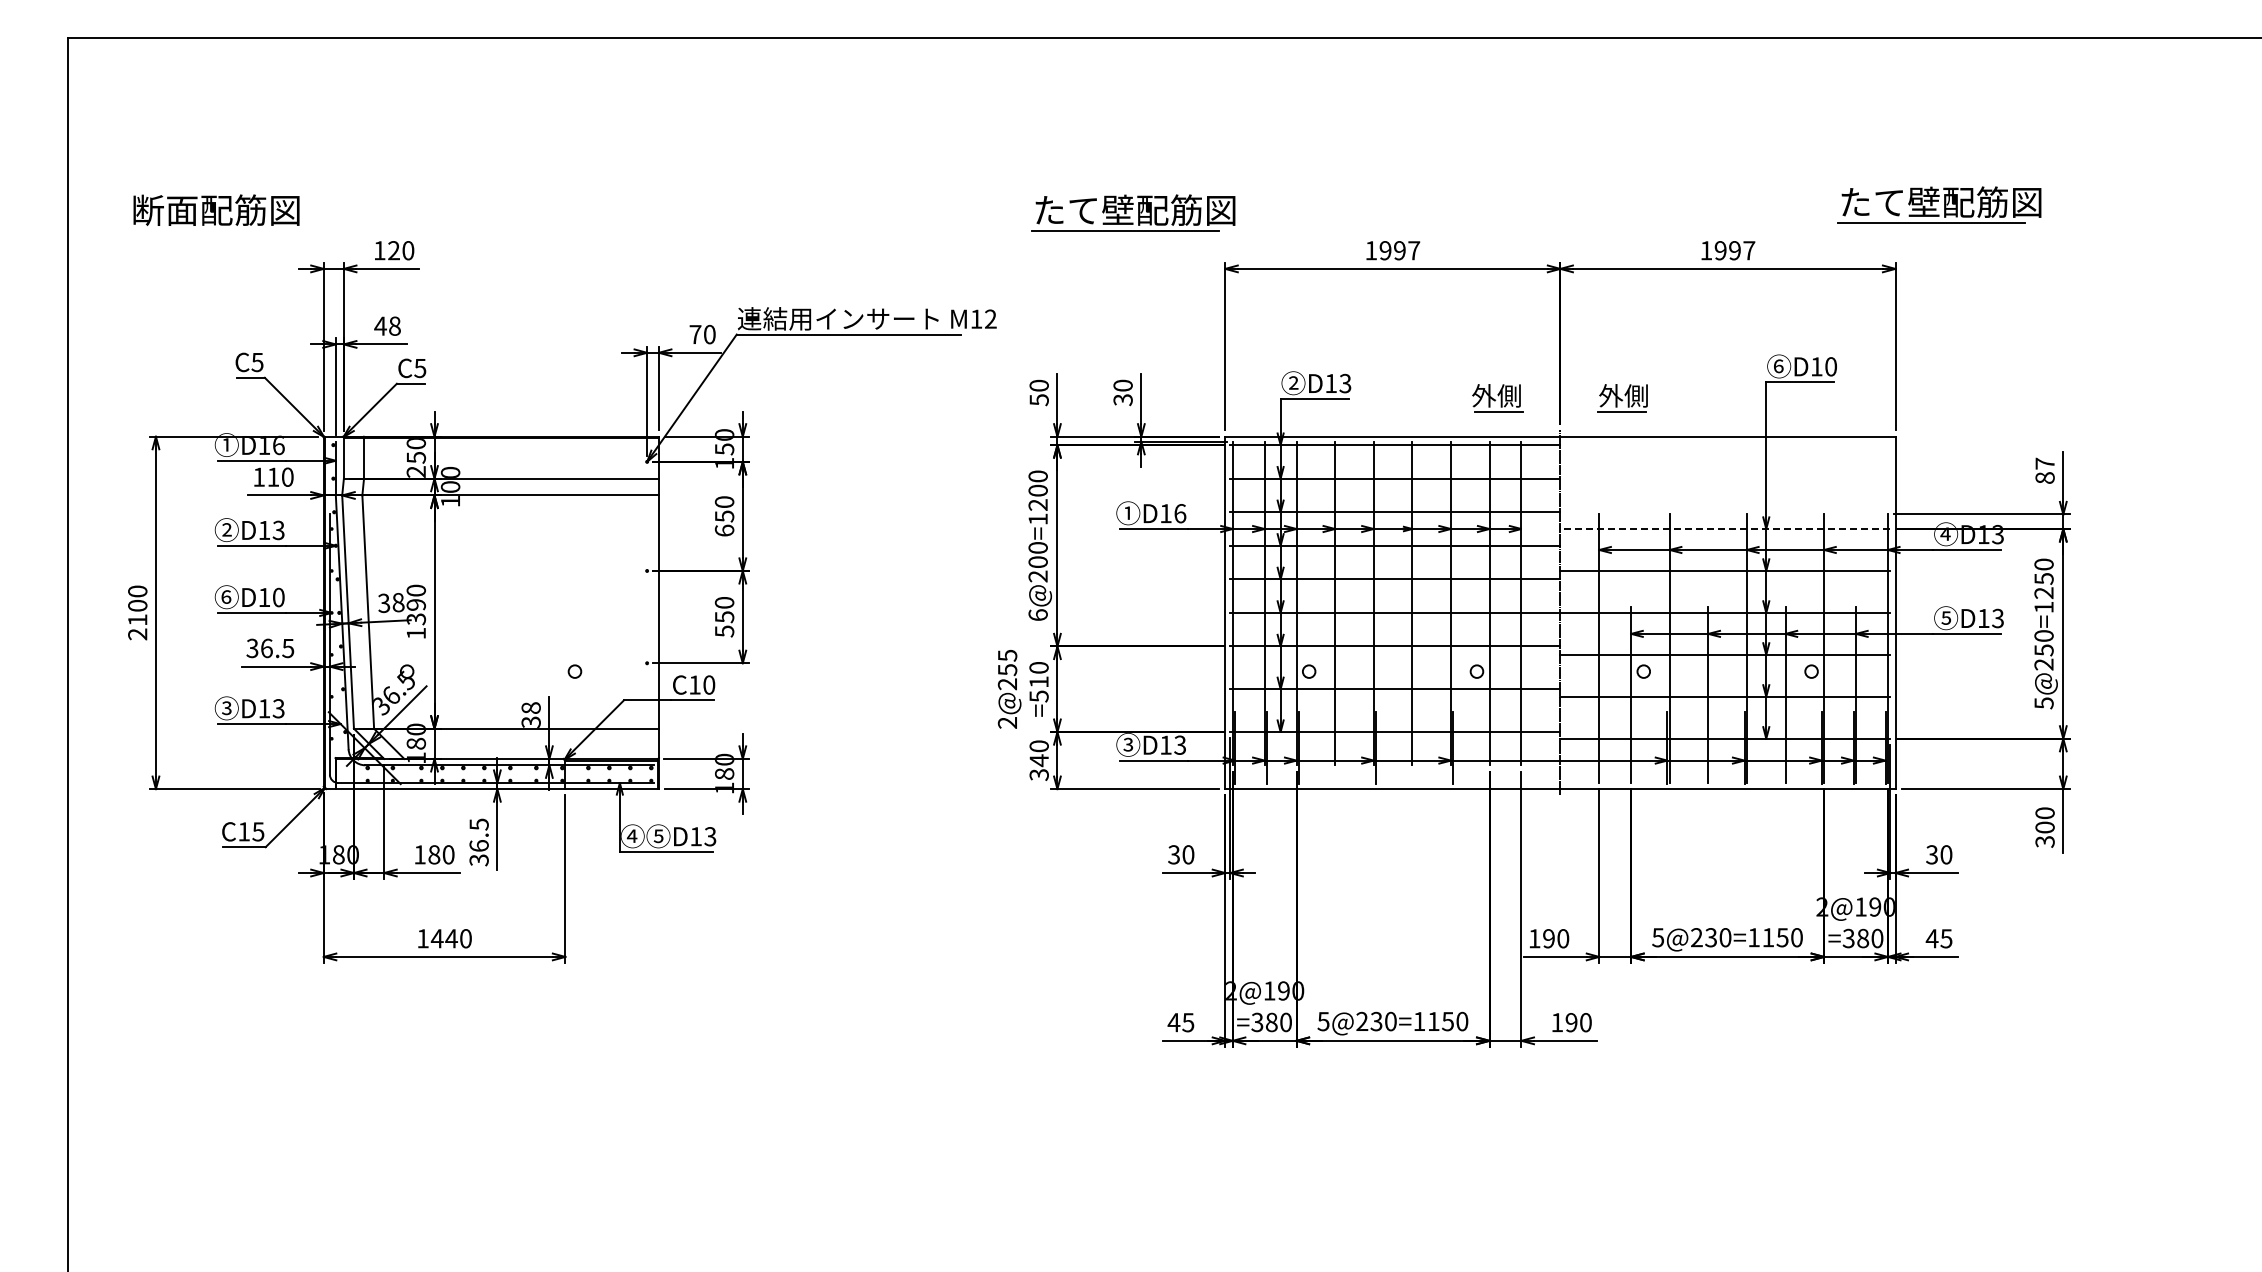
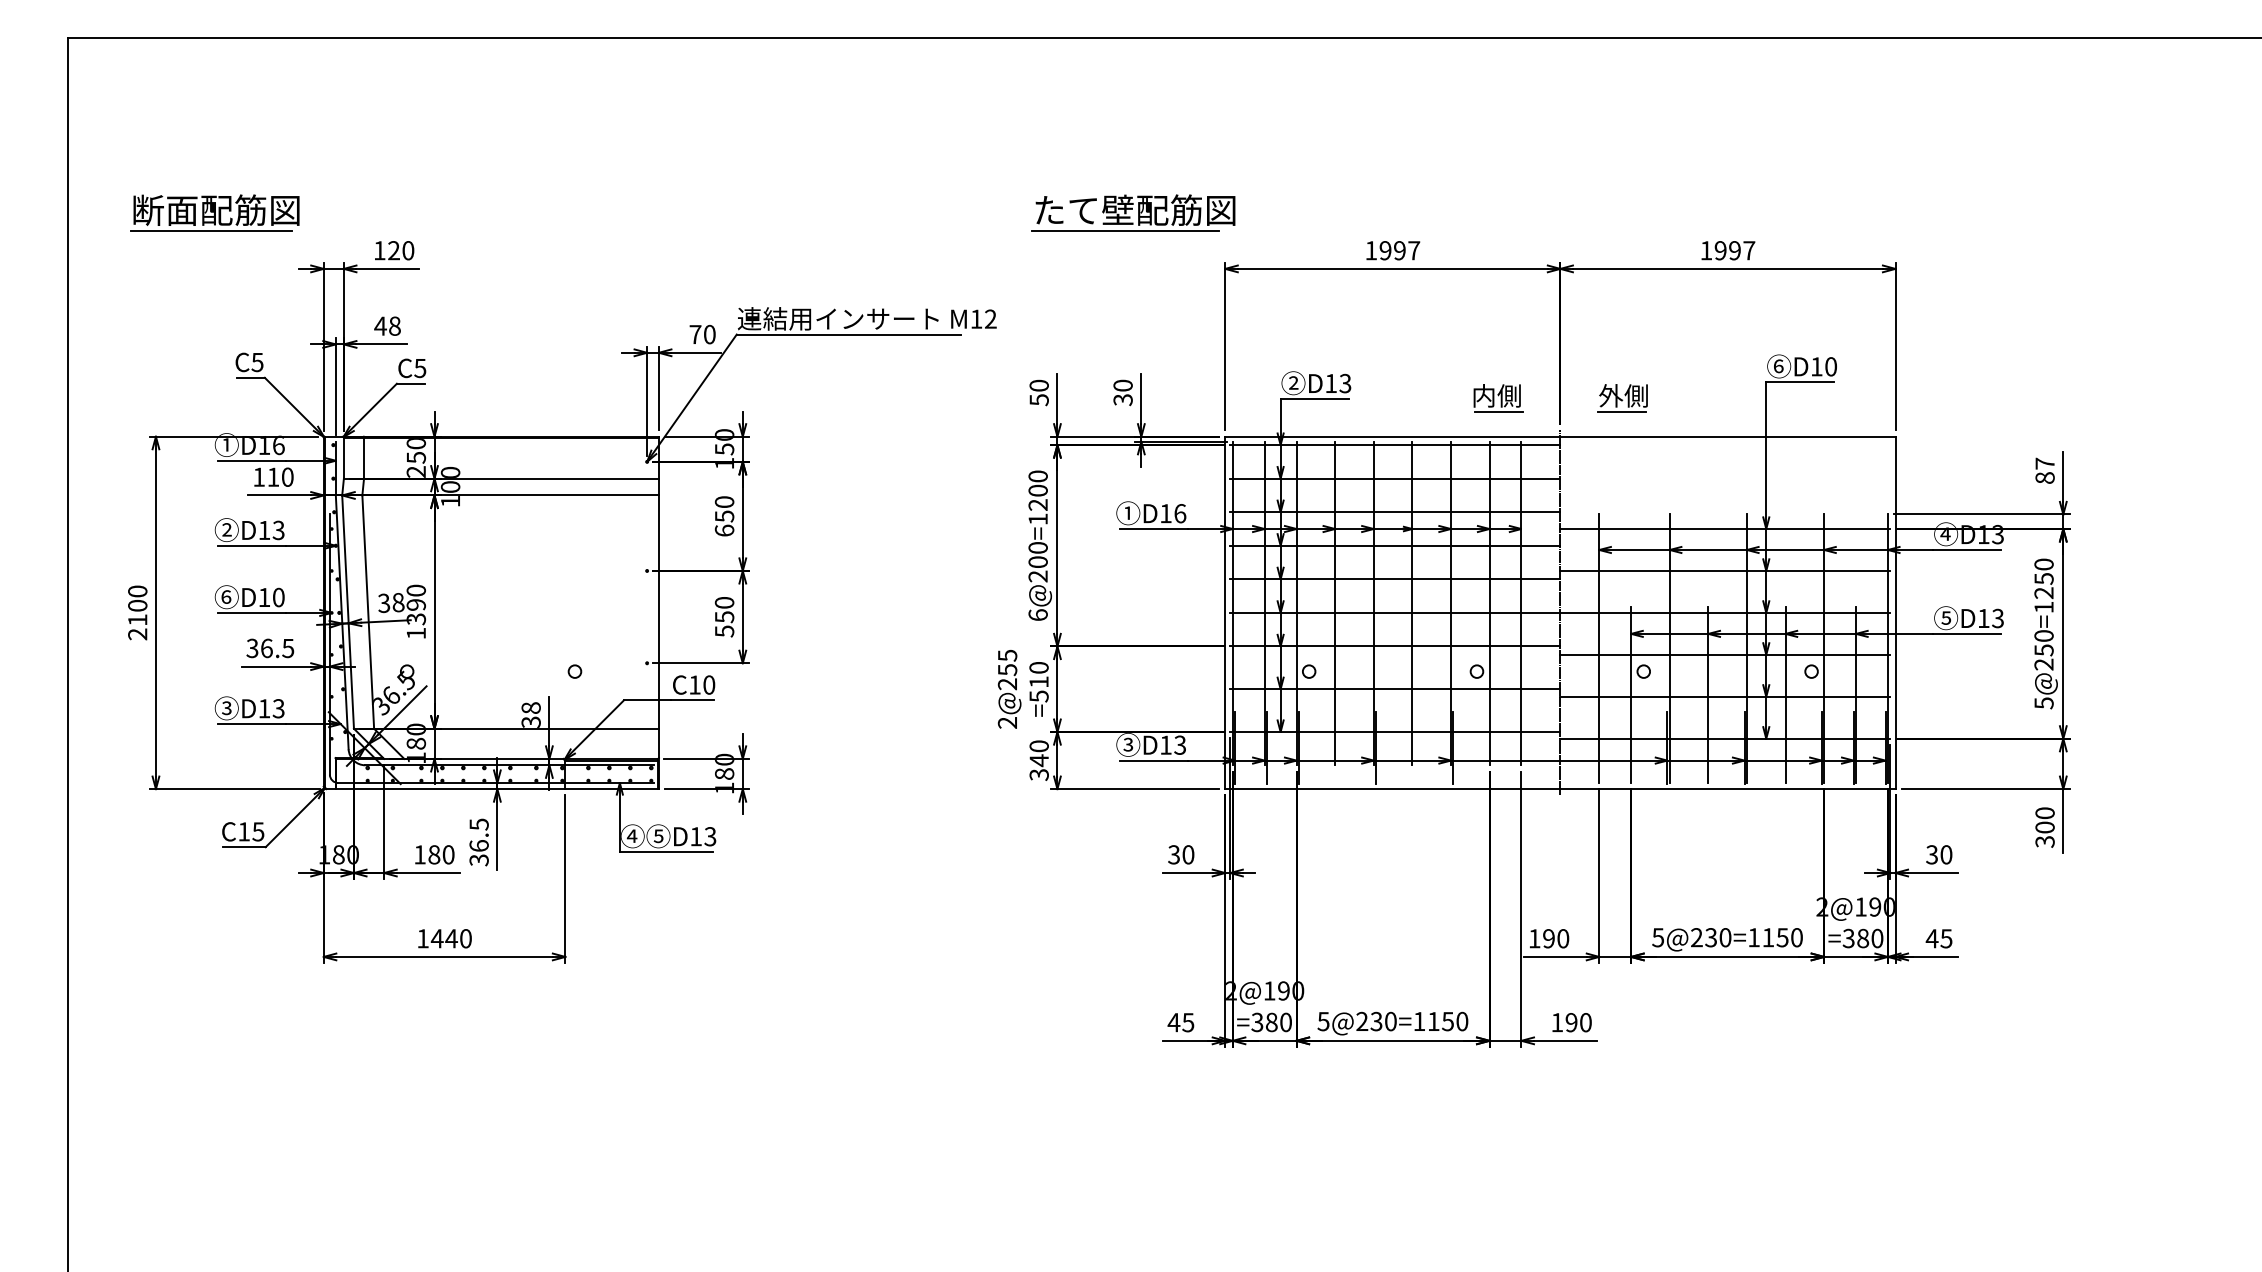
part at (1939, 204): present -> none
line at (210, 231): none -> present
text at (1484, 395): 外側 -> 内側
line at (1724, 529): dashed -> solid
